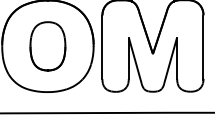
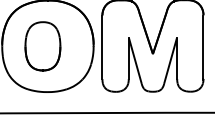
part at (47, 46) position: (47, 46) -> (42, 46)
